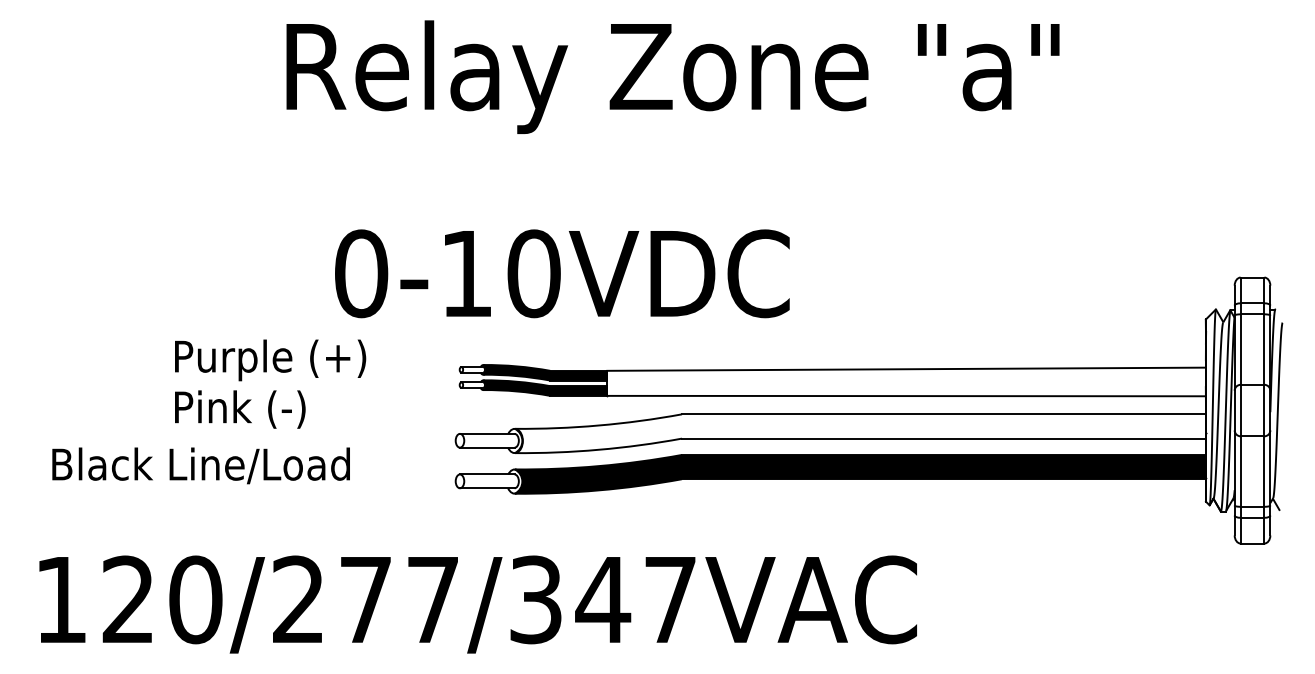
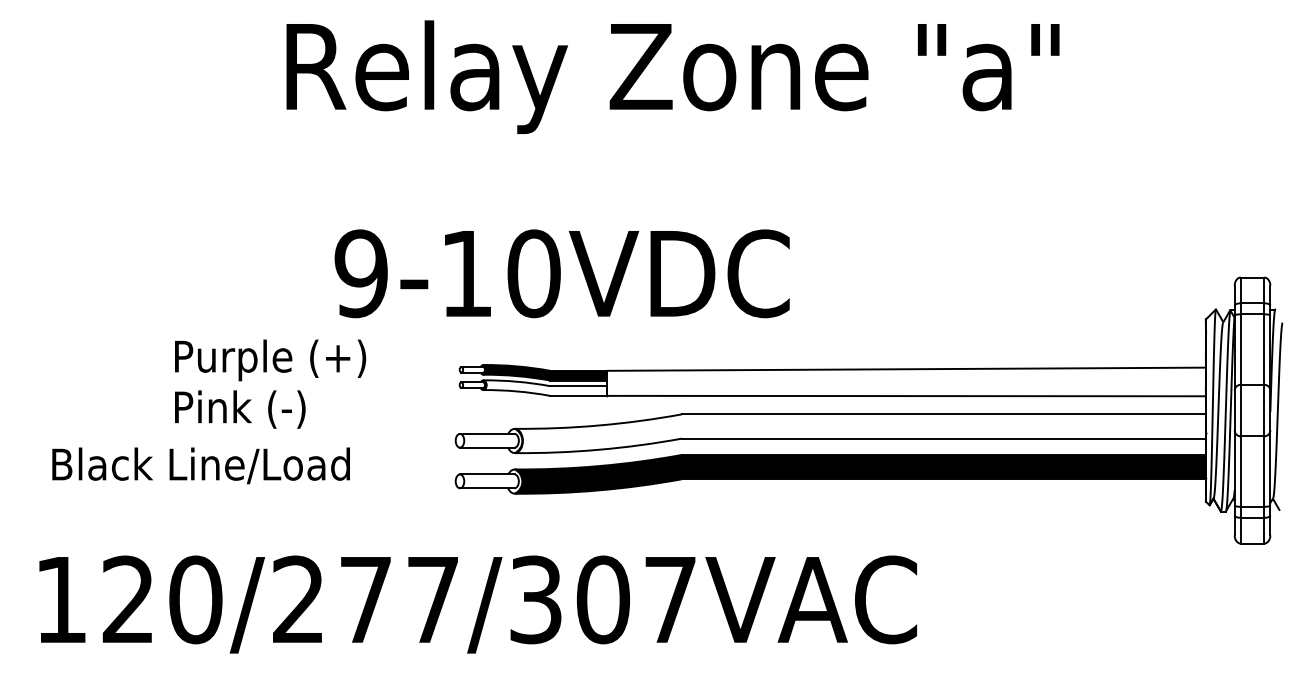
text at (361, 273): 0-10VDC -> 9-10VDC
fill at (545, 387): present -> none
text at (603, 599): 120/277/347VAC -> 120/277/307VAC
